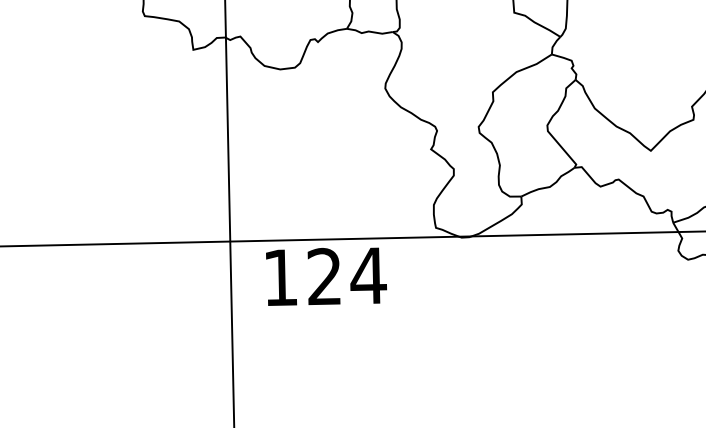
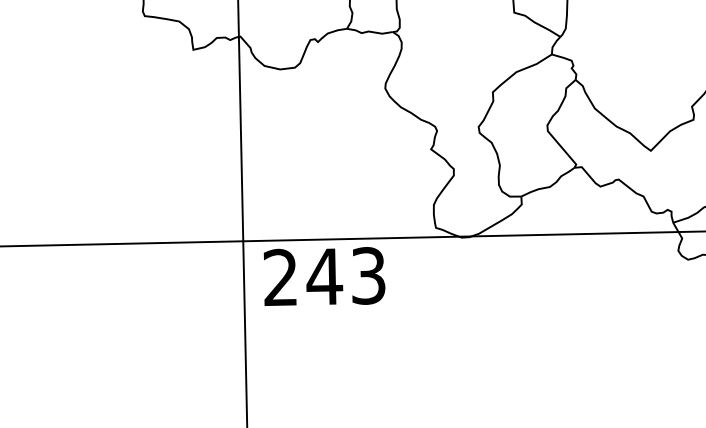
line at (229, 213) position: (229, 213) -> (242, 213)
text at (325, 276): 124 -> 243
